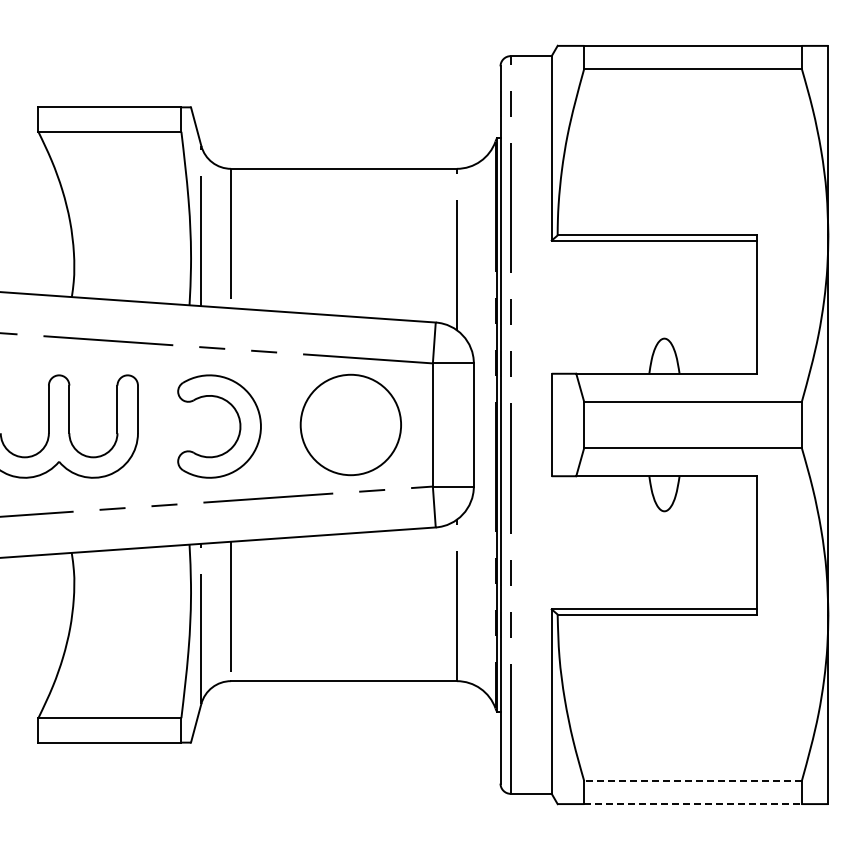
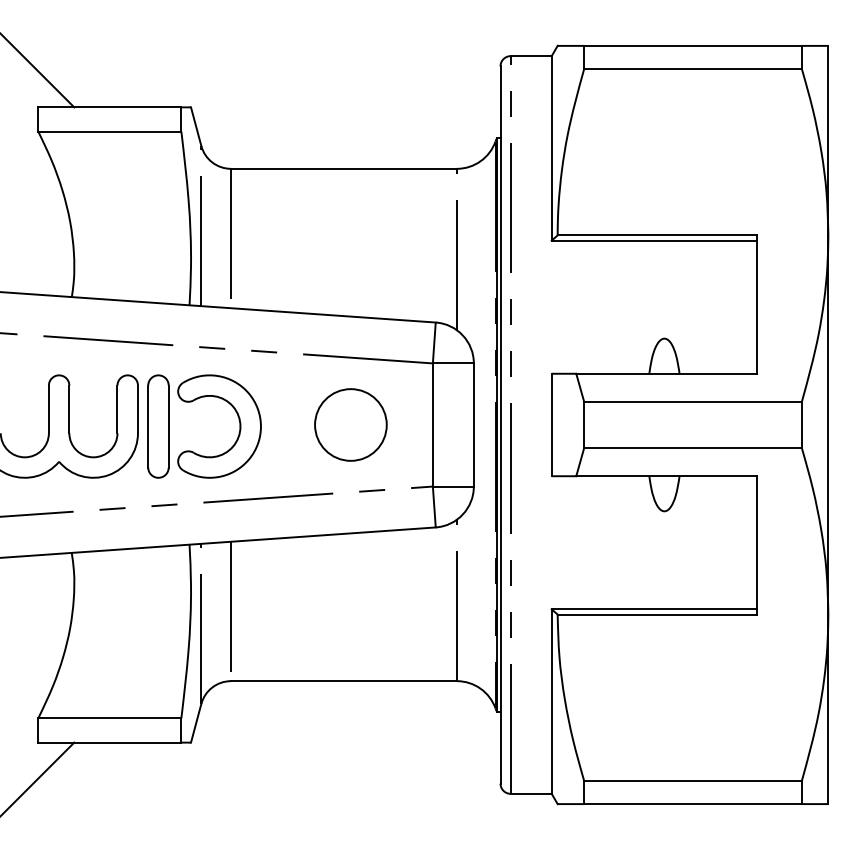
line at (38, 71): none -> present
circle at (350, 424) diameter: 100 px -> 72 px
part at (158, 426): none -> present
line at (38, 778): none -> present
line at (693, 781): dashed -> solid
line at (693, 804): dashed -> solid
